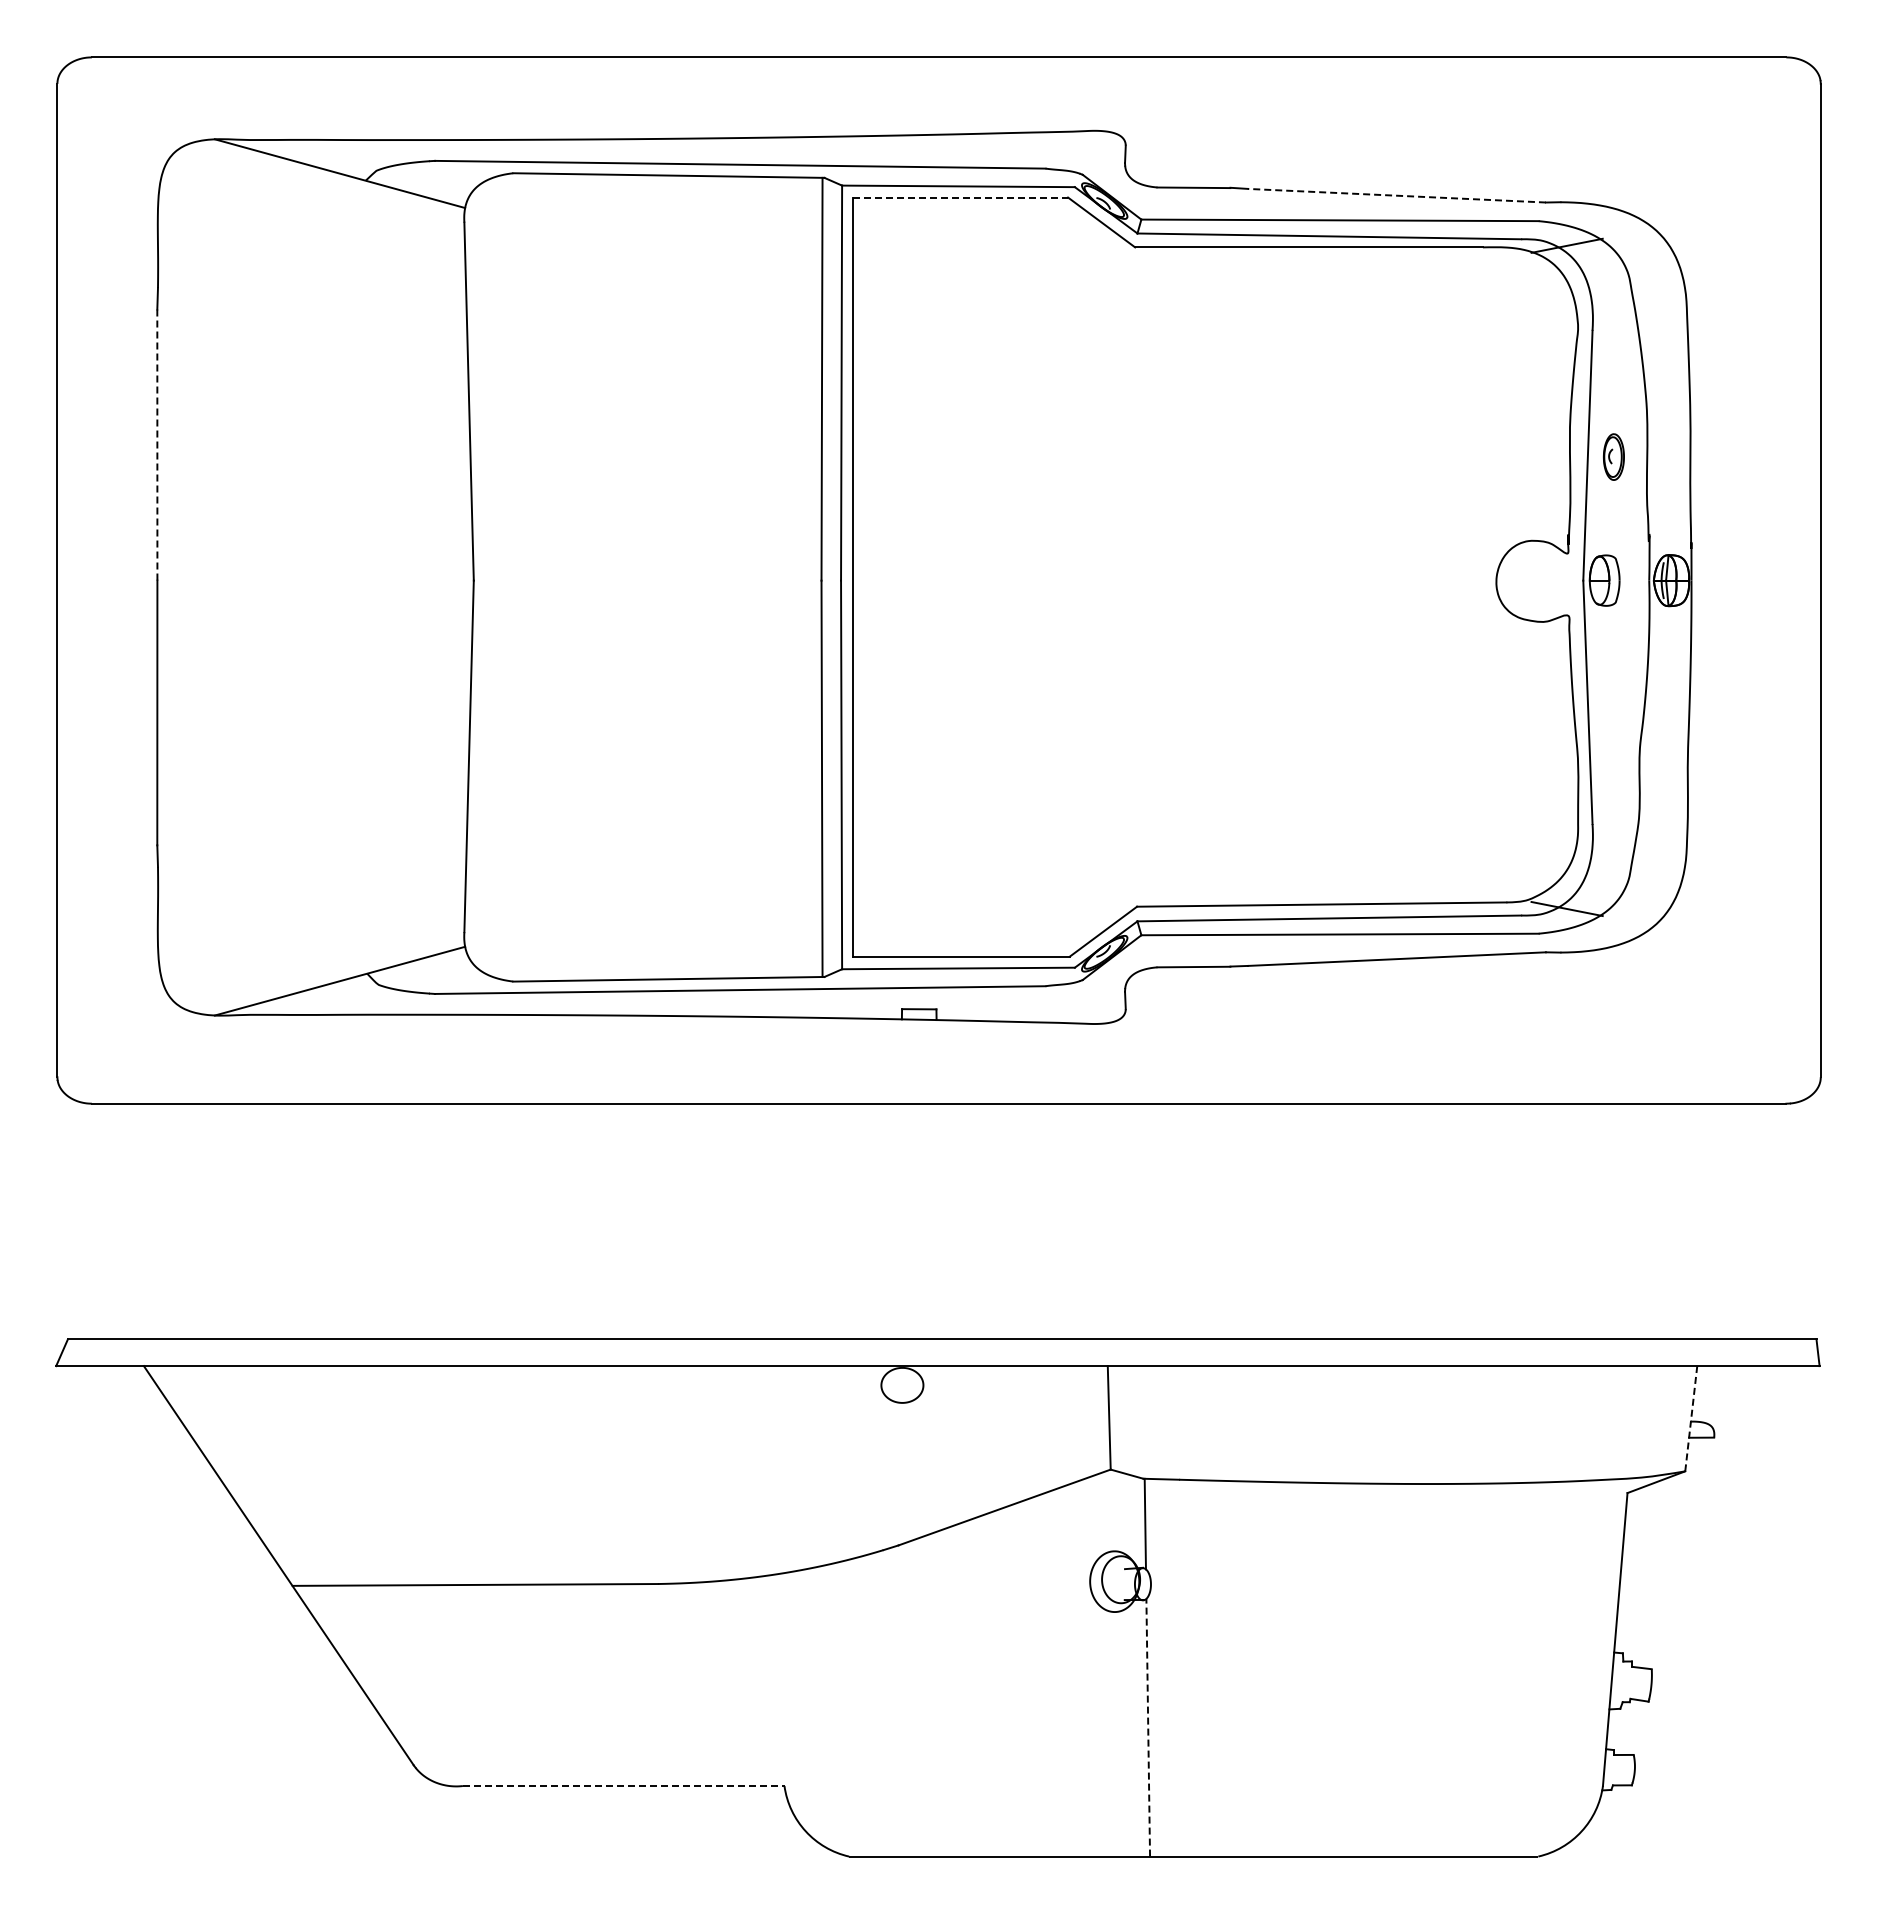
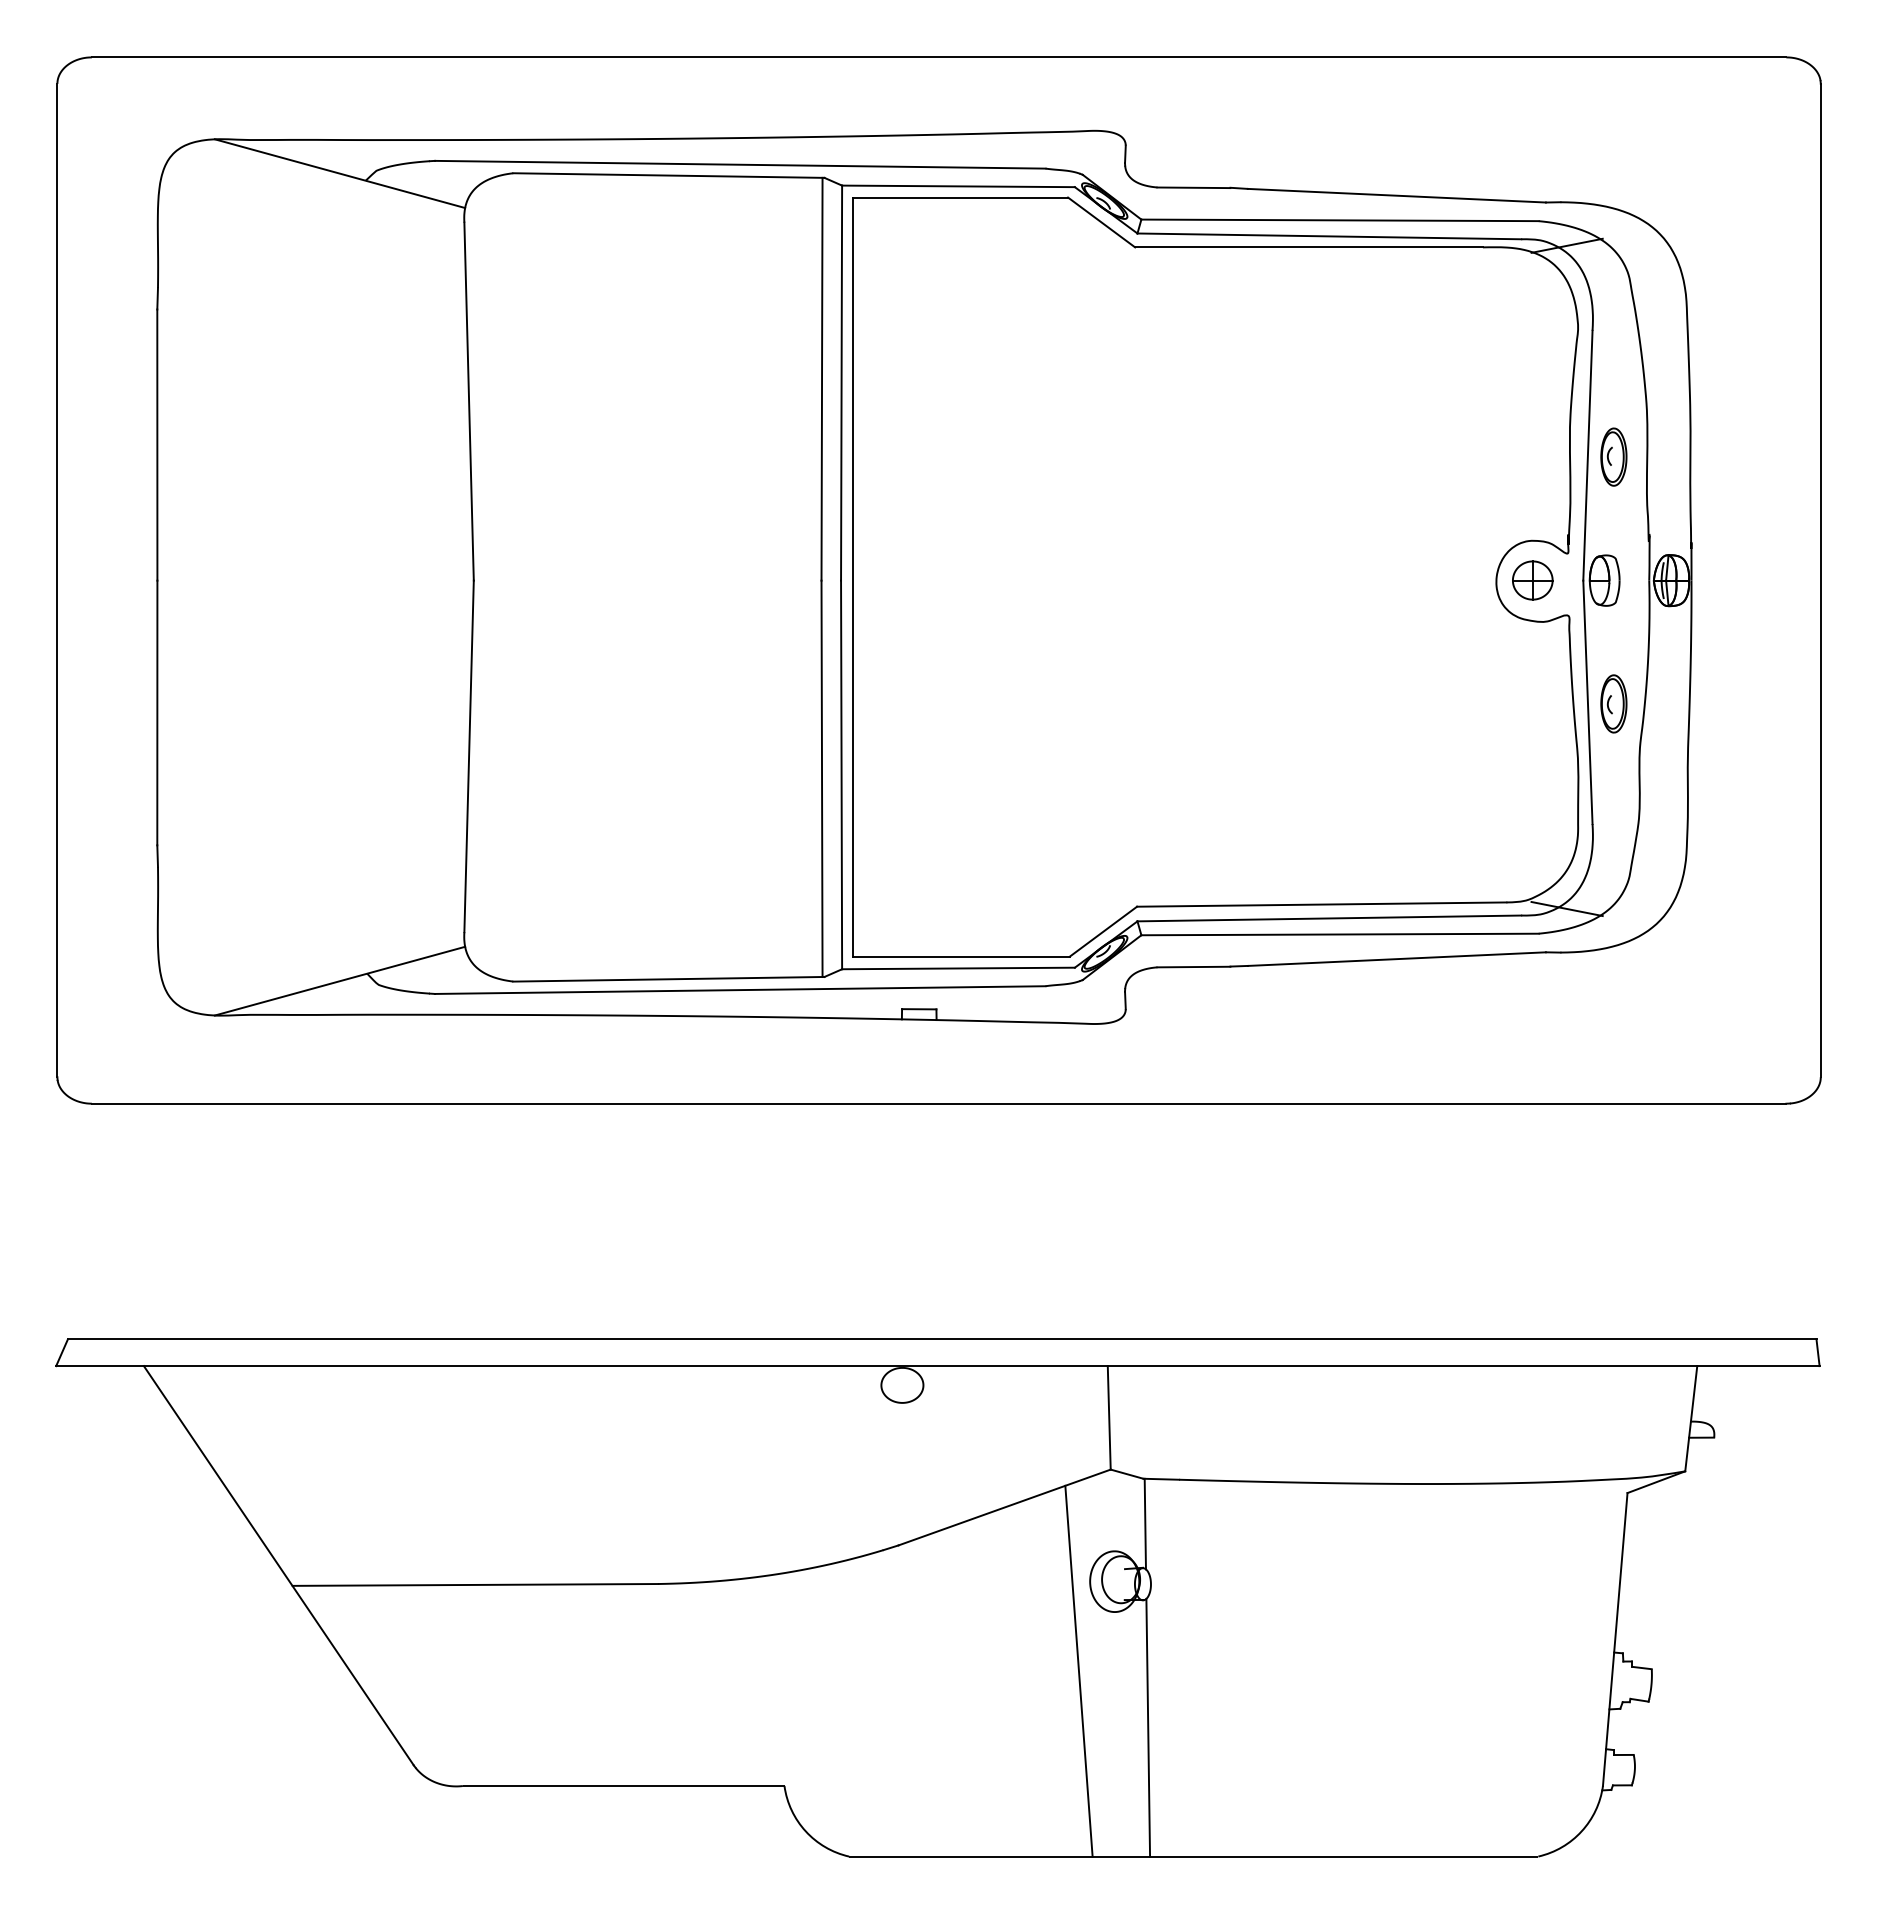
line at (1396, 195): dashed -> solid
line at (961, 197): dashed -> solid
line at (157, 445): dashed -> solid
part at (1613, 456) size: 22x48 px -> 28x60 px
part at (1532, 580): none -> present
part at (1613, 703): none -> present
line at (1691, 1418): dashed -> solid
line at (1078, 1670): none -> present
line at (1148, 1727): dashed -> solid
line at (623, 1786): dashed -> solid
